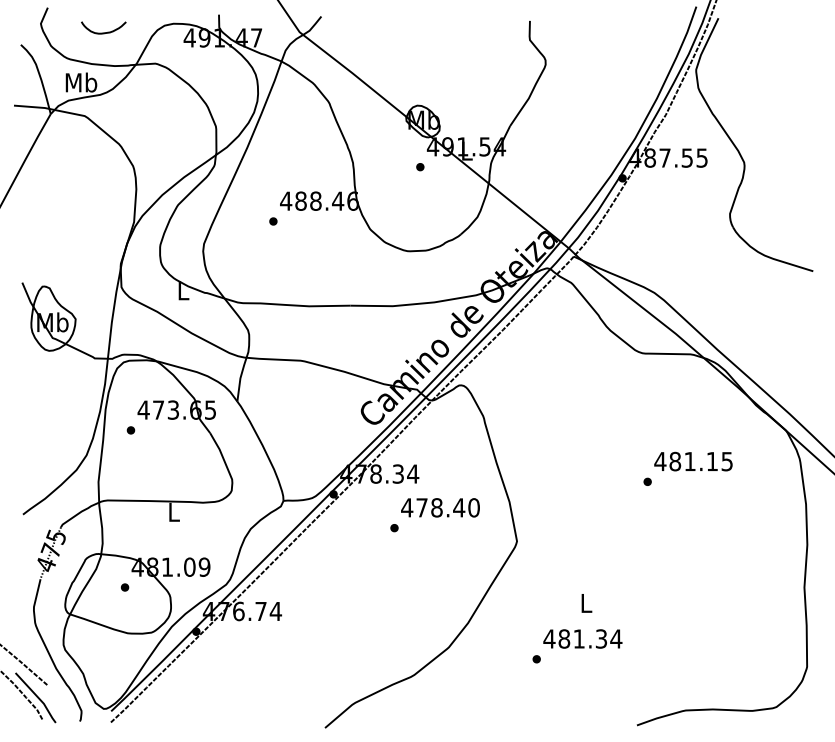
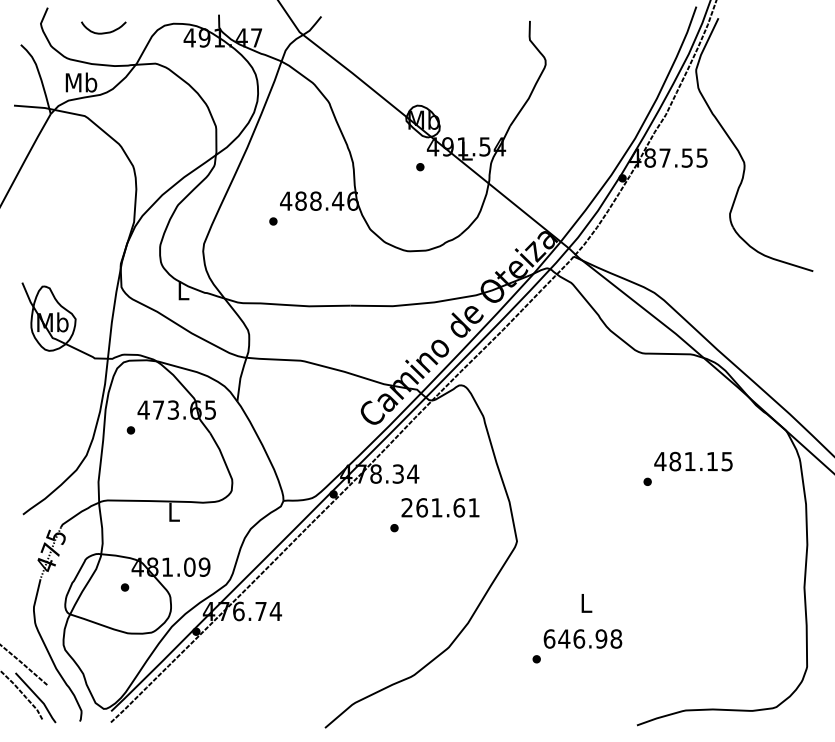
text at (440, 507): 478.40 -> 261.61
text at (582, 638): 481.34 -> 646.98
